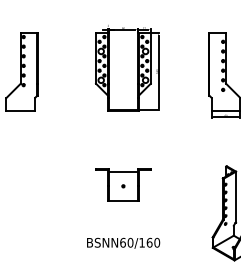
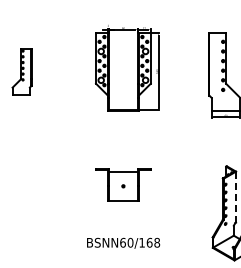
part at (21, 71) size: 34x80 px -> 22x48 px
line at (236, 197): solid -> dashed
text at (157, 242): BSNN60/160 -> BSNN60/168
